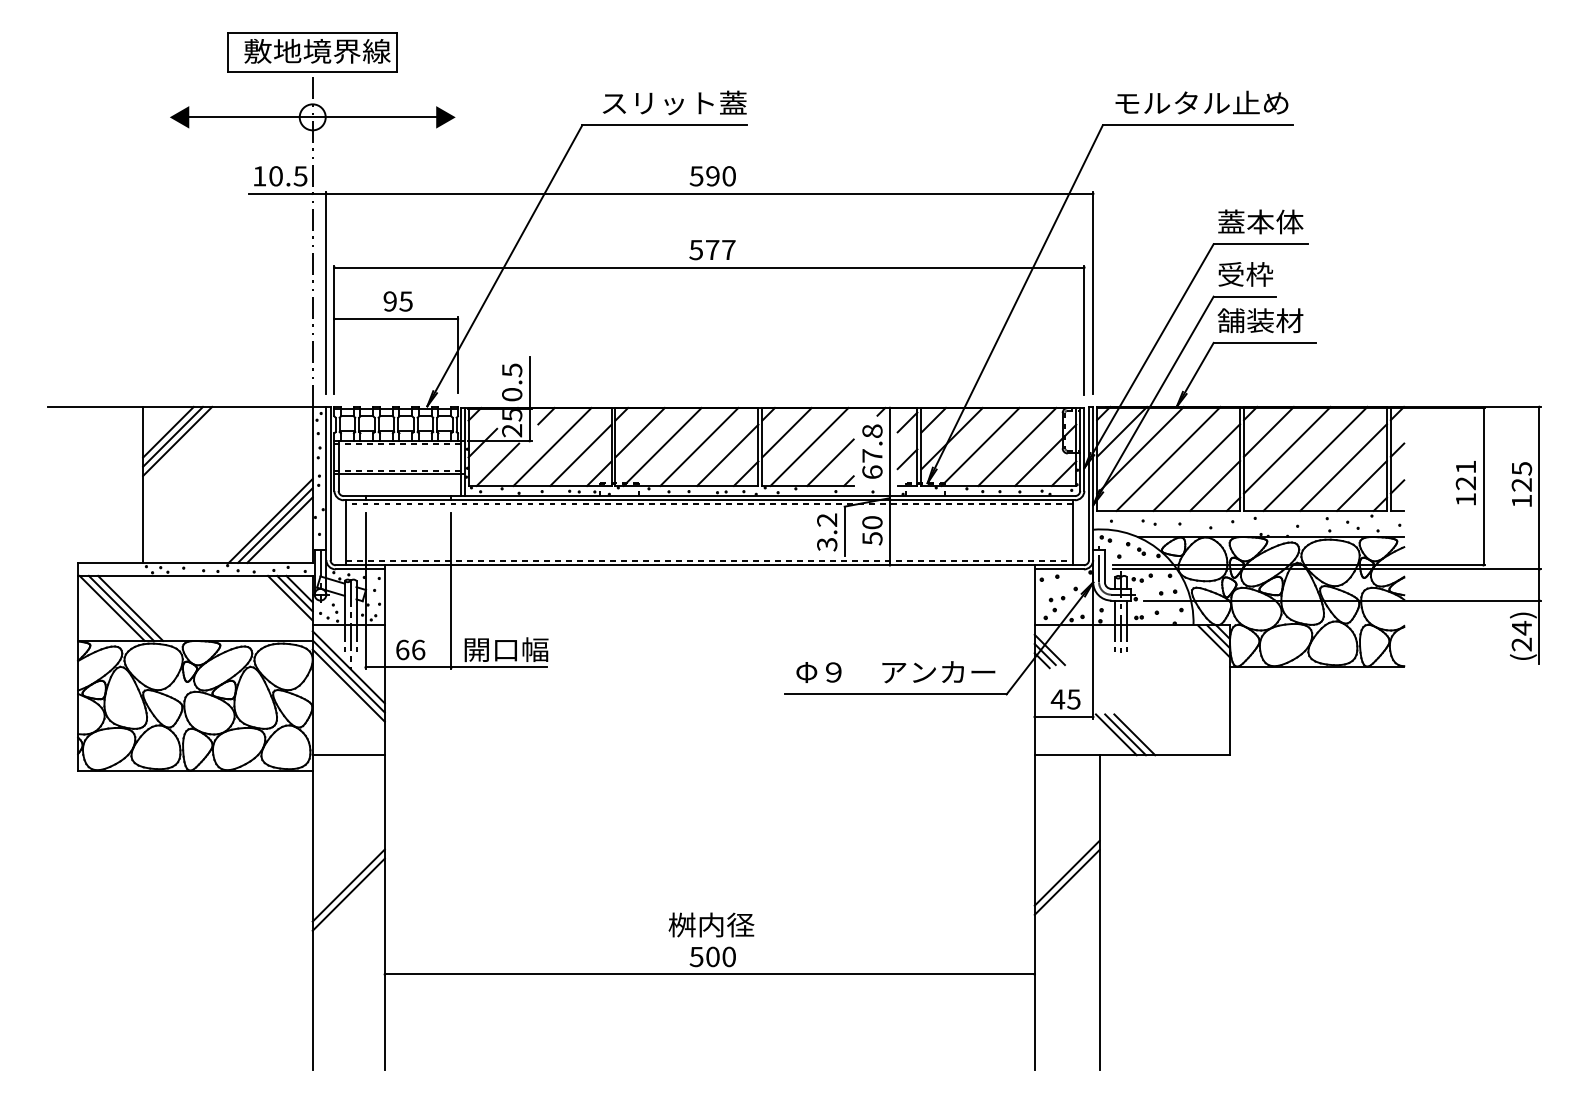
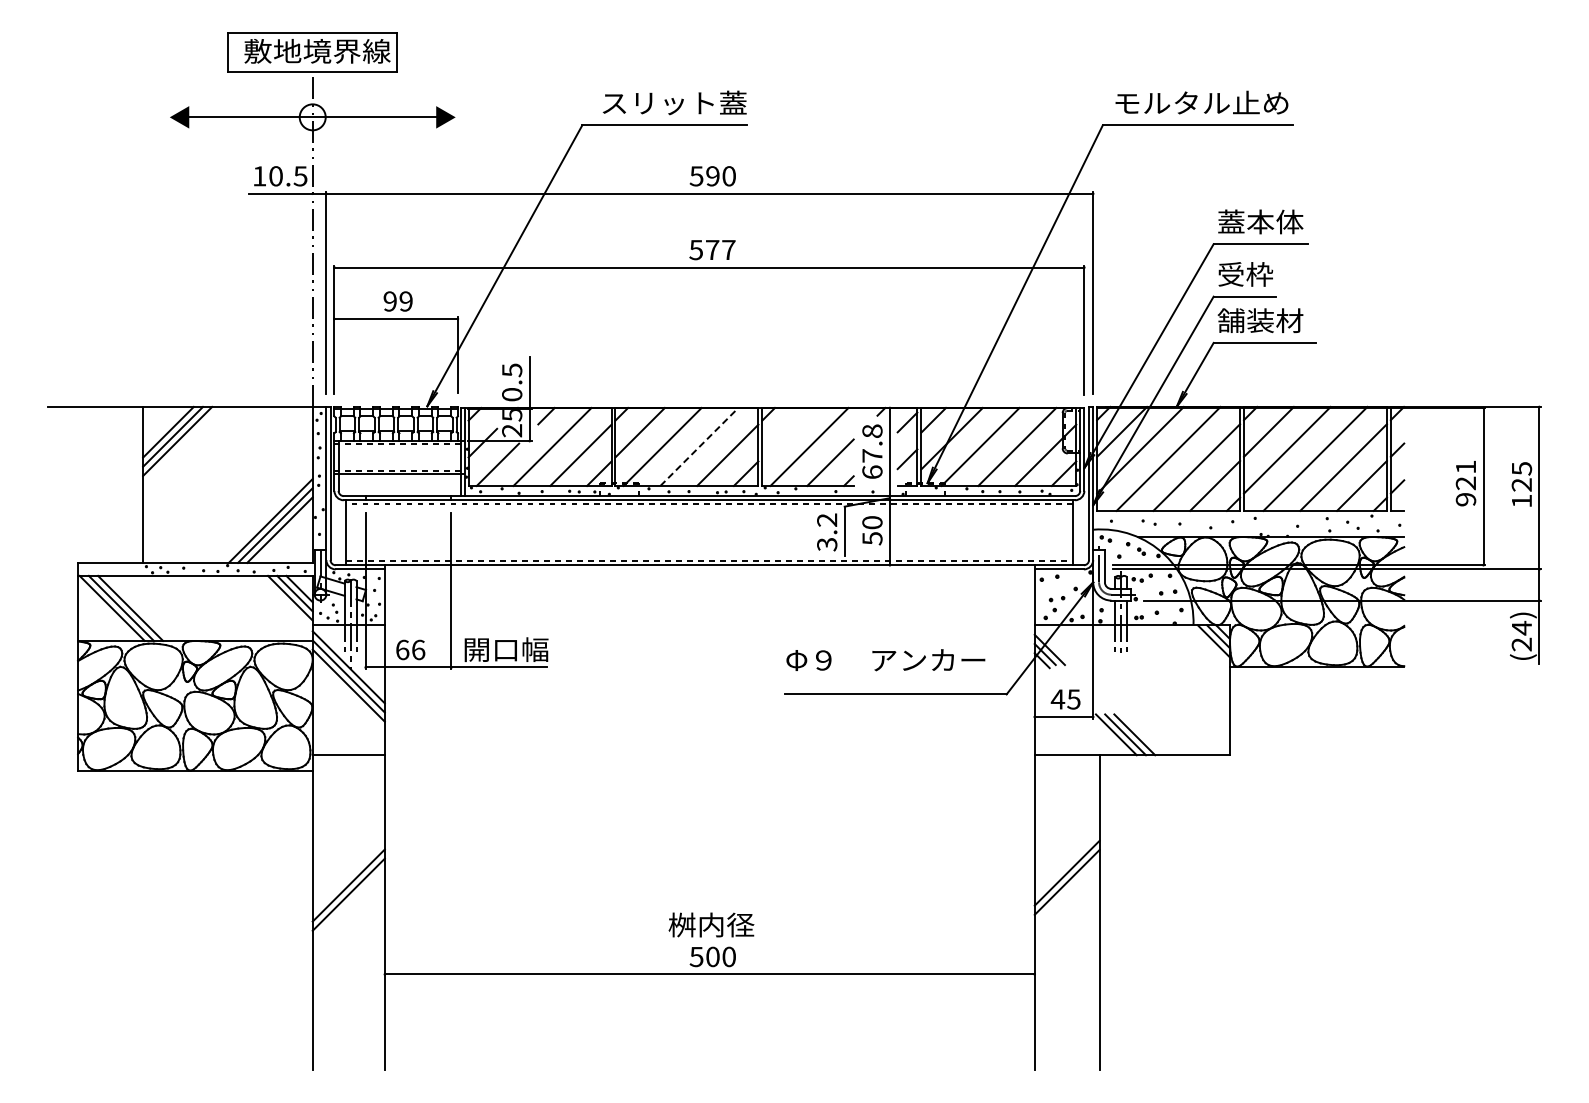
text at (405, 301): 95 -> 99
line at (786, 432): present -> none
line at (699, 446): solid -> dashed
text at (1465, 499): 121 -> 921
text at (895, 672) position: (895, 672) -> (885, 660)
